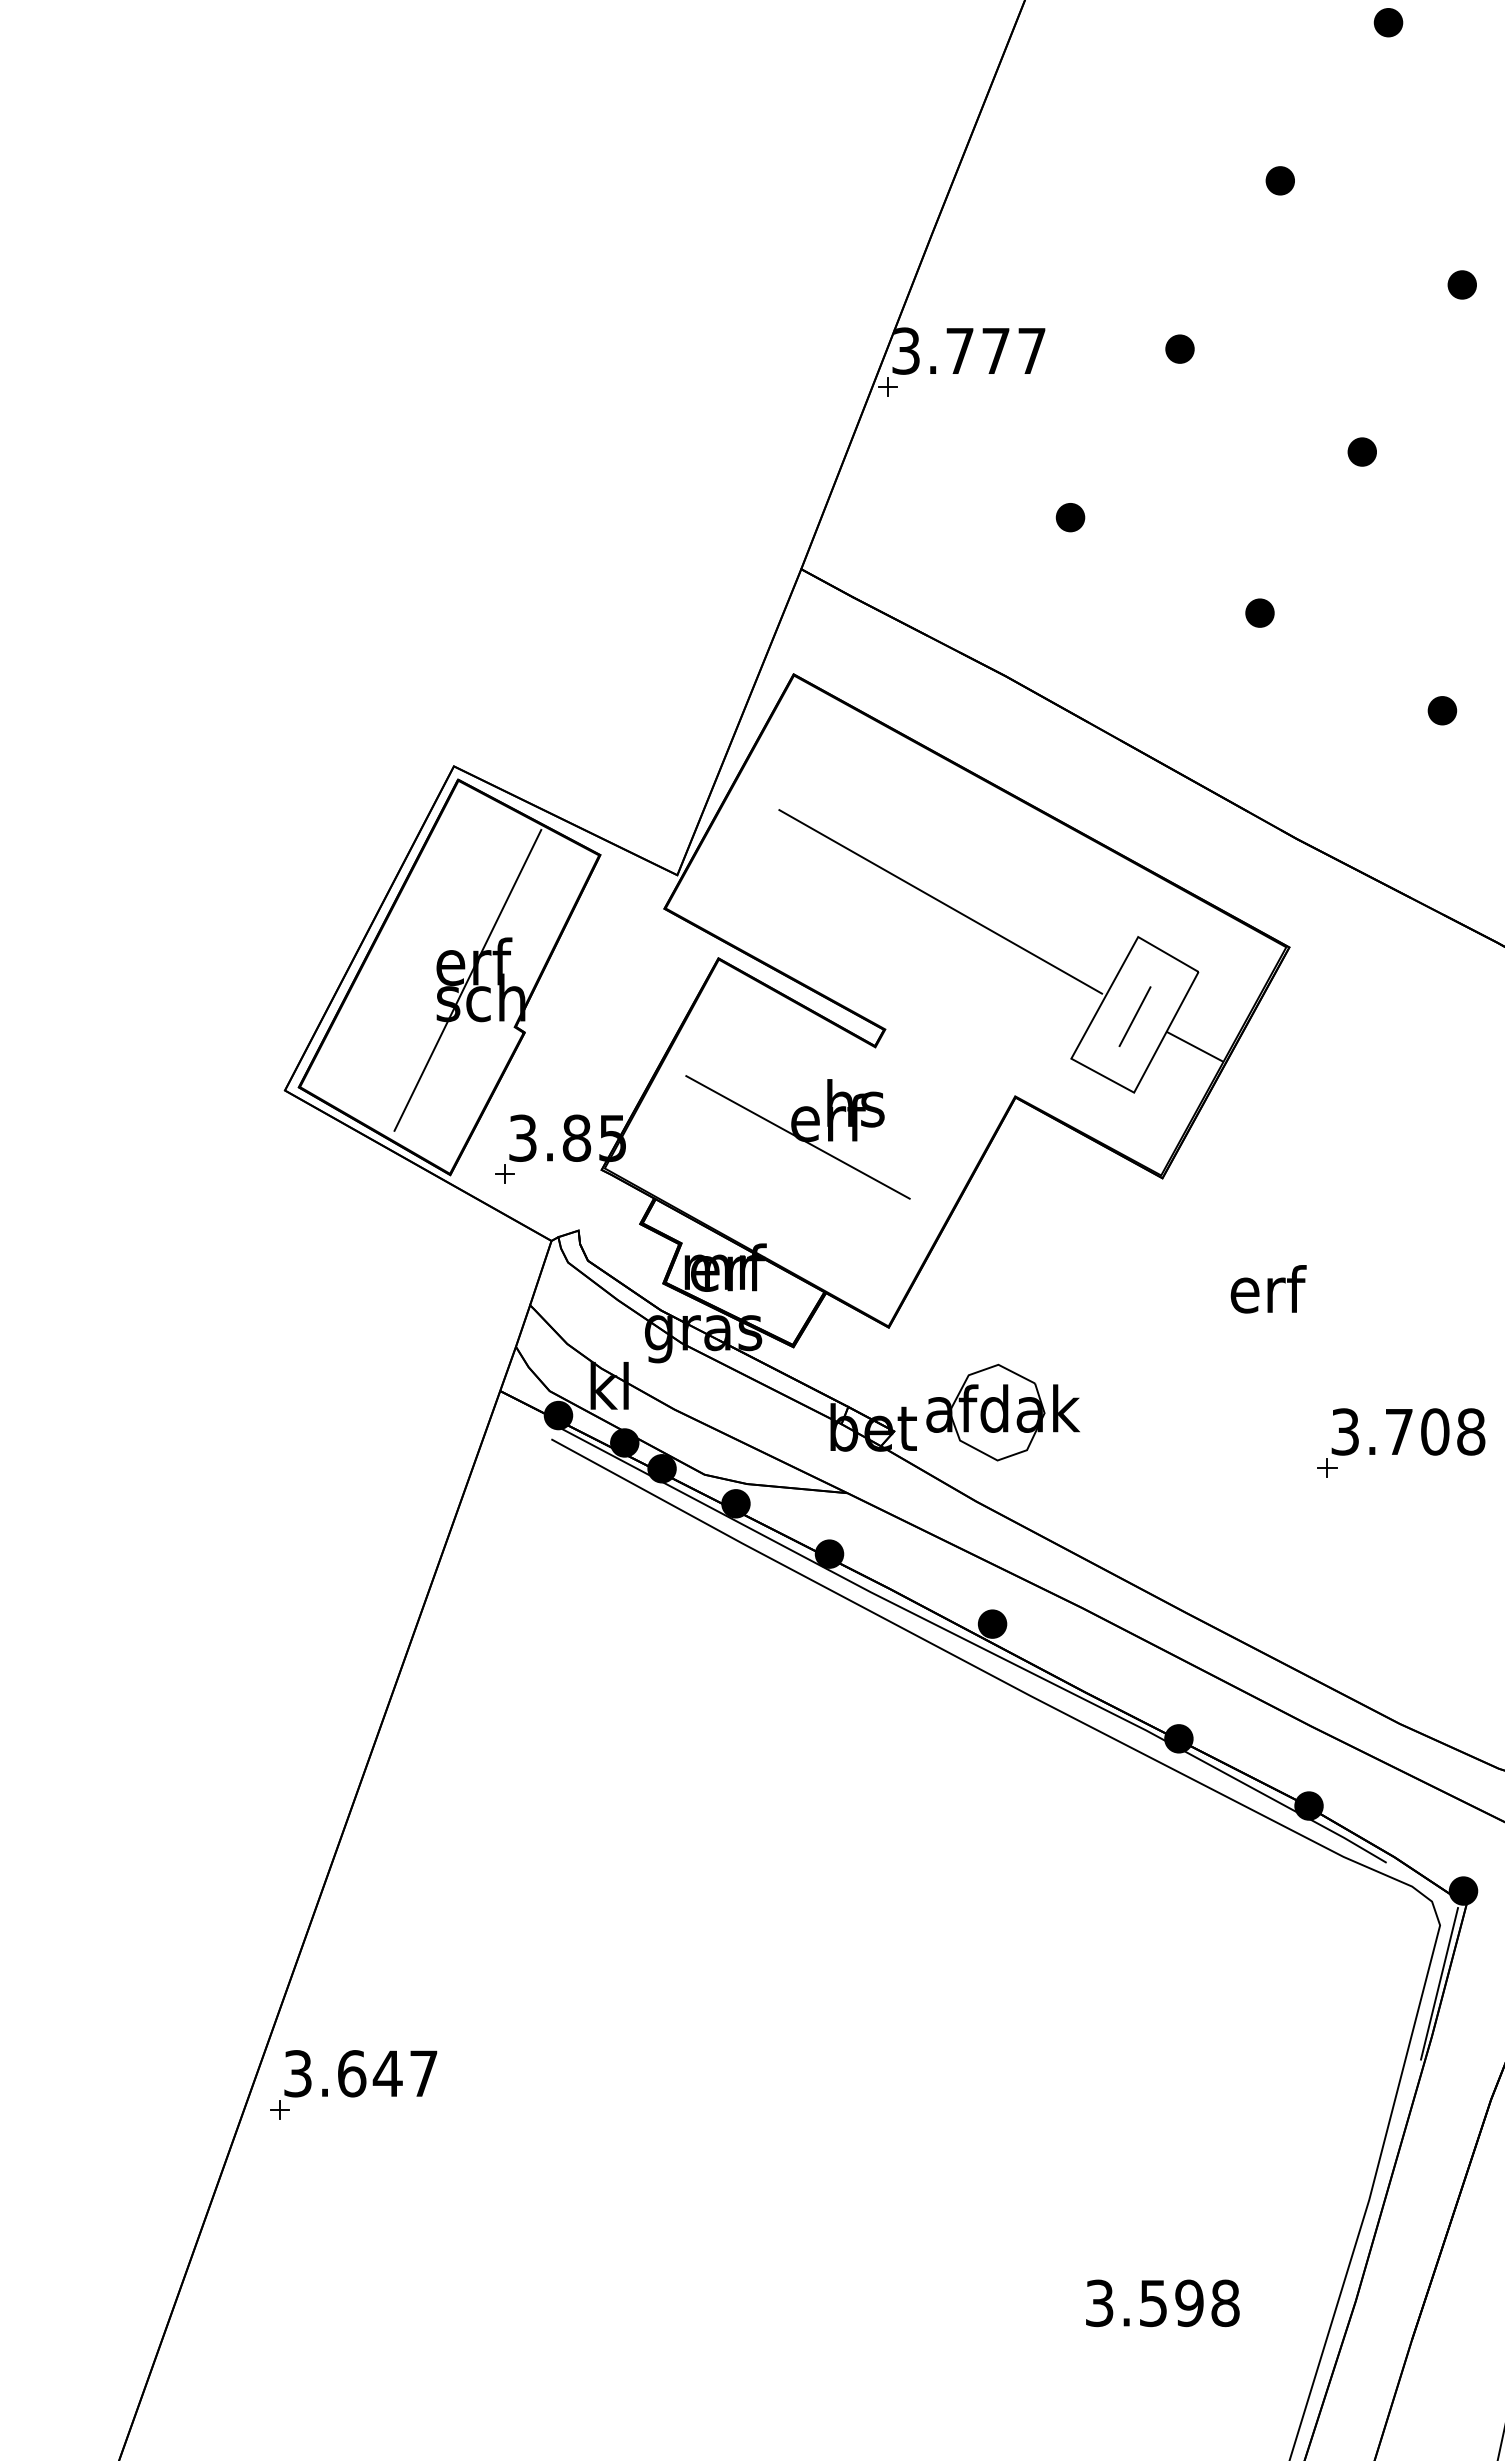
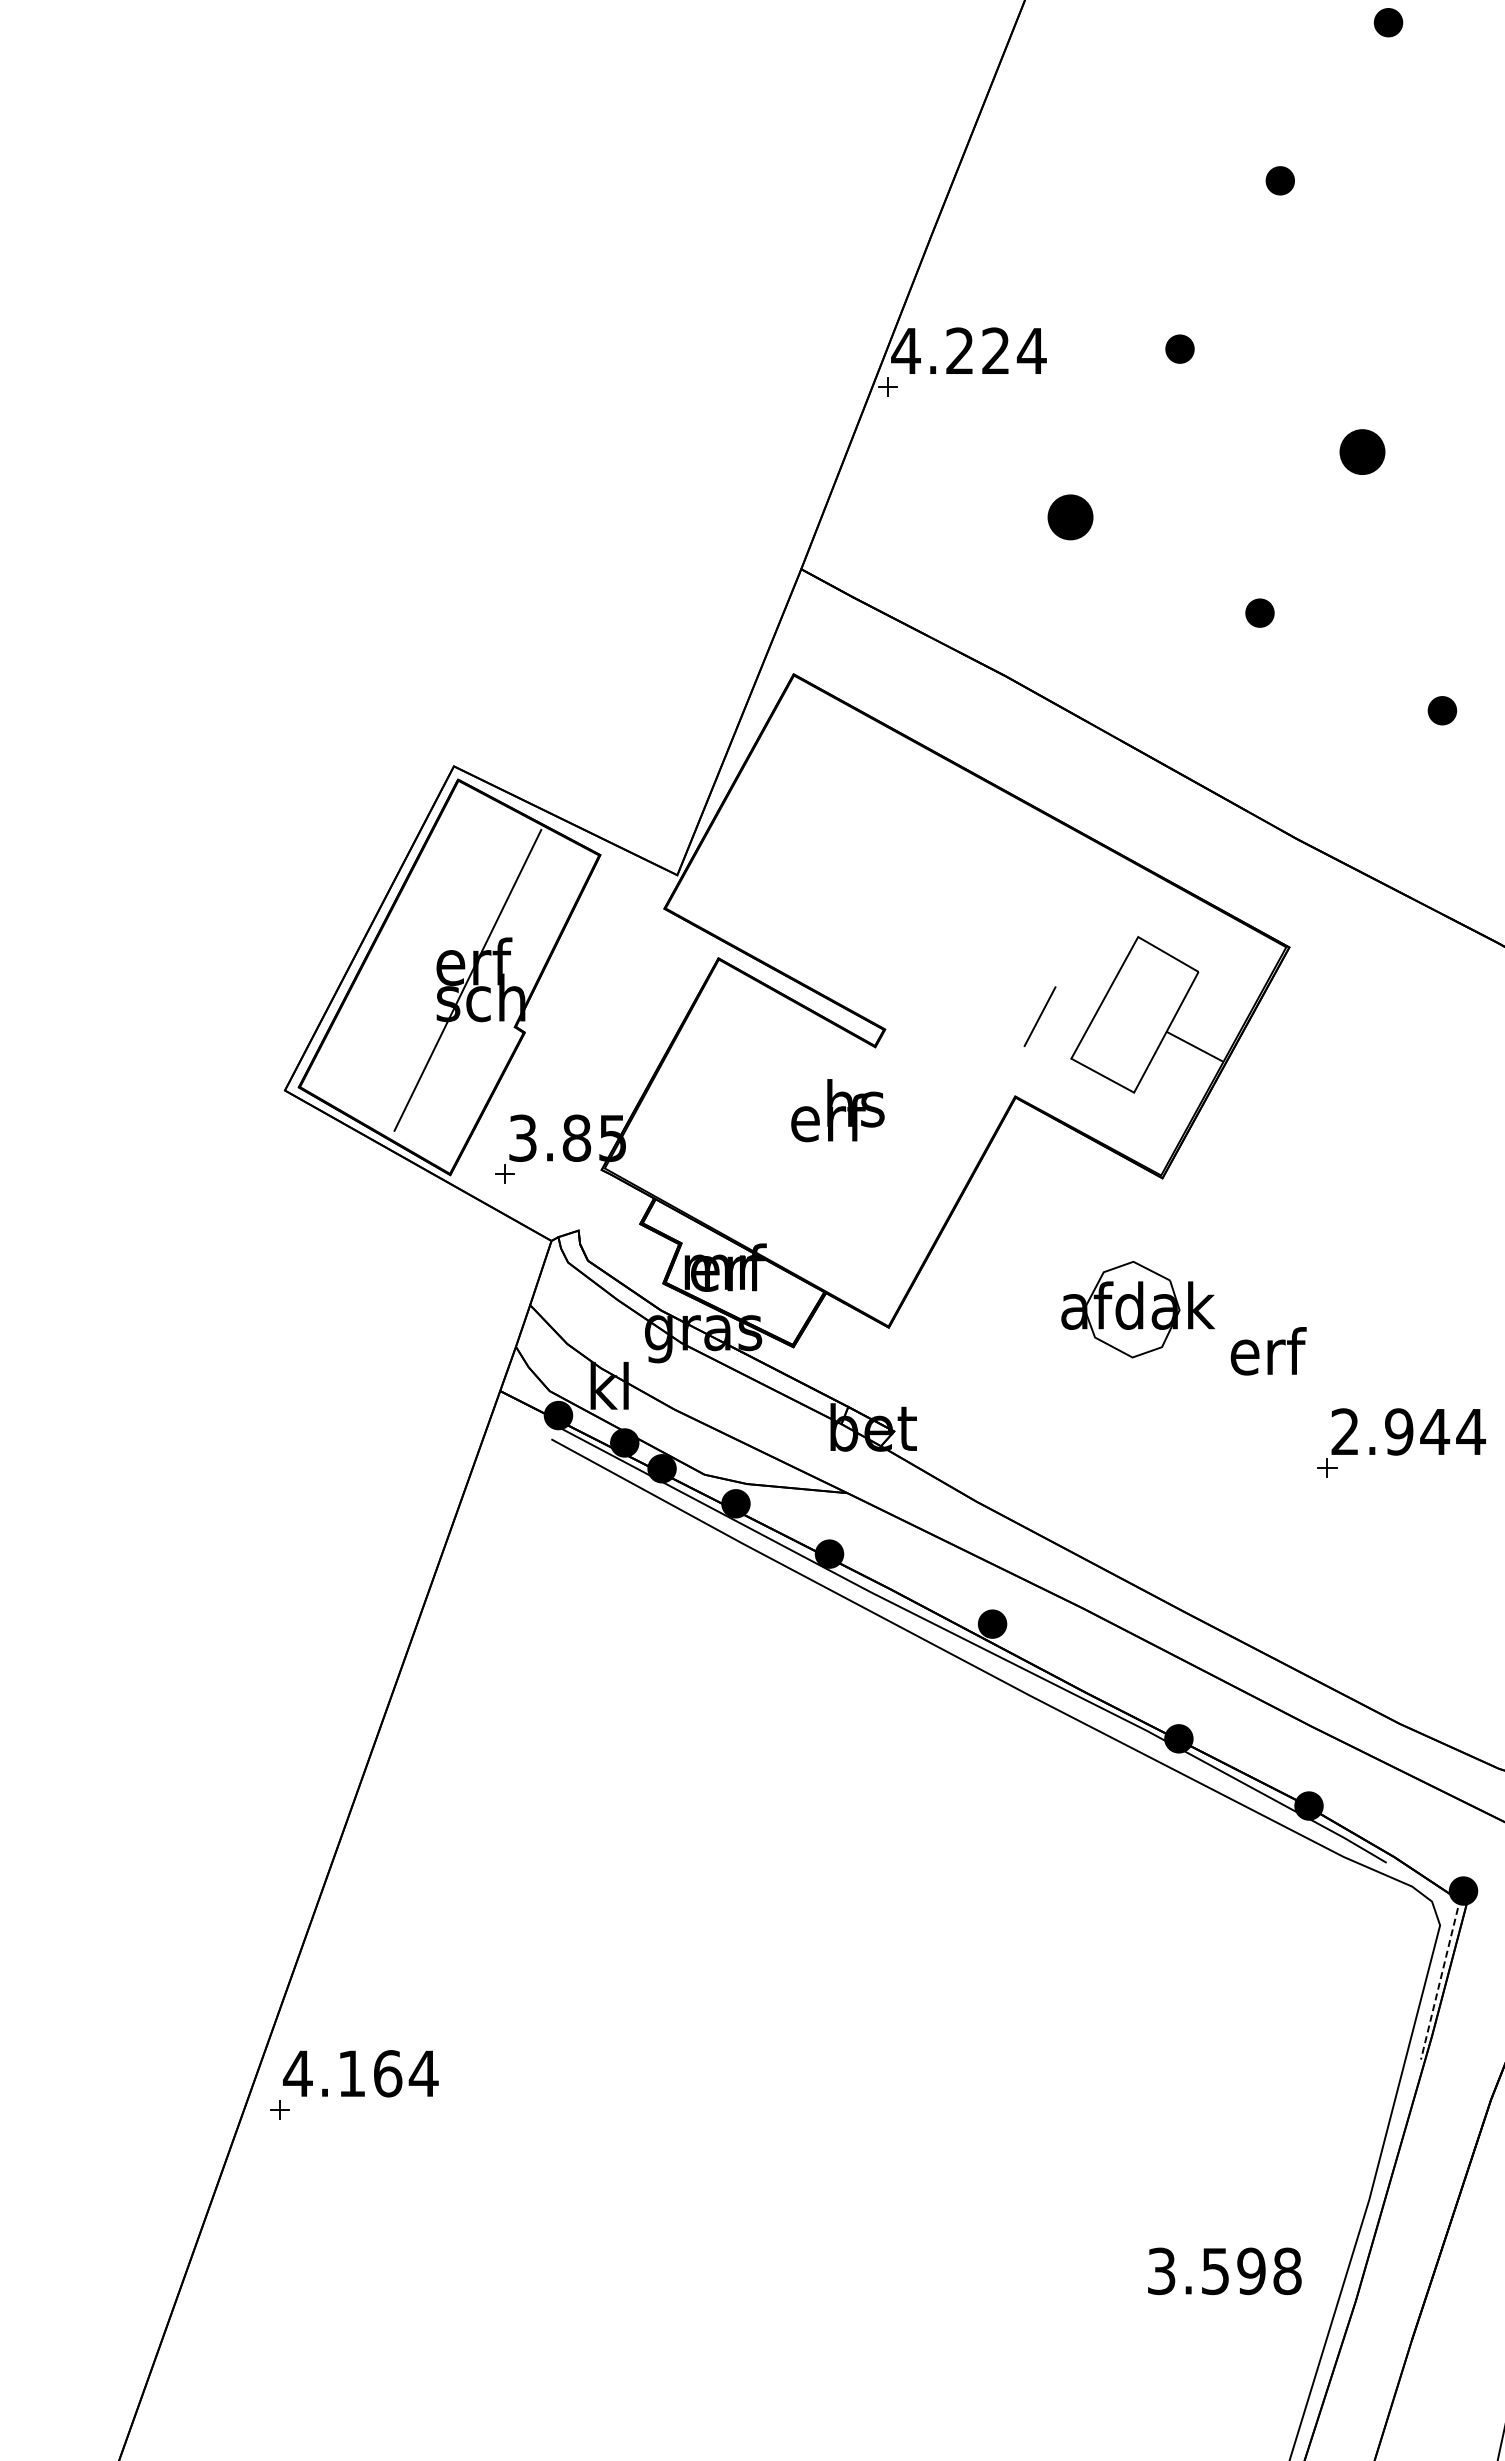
part at (1461, 284): present -> none
text at (968, 350): 3.777 -> 4.224
part at (1361, 451) size: 30x30 px -> 47x46 px
part at (1070, 517) size: 31x30 px -> 47x47 px
line at (940, 901): present -> none
line at (1134, 1016) position: (1134, 1016) -> (1039, 1016)
line at (797, 1137): present -> none
text at (1268, 1289) position: (1268, 1289) -> (1268, 1351)
part at (1002, 1412) position: (1002, 1412) -> (1137, 1309)
text at (1408, 1431): 3.708 -> 2.944
line at (1439, 1983): solid -> dashed
text at (360, 2073): 3.647 -> 4.164
text at (1162, 2303) position: (1162, 2303) -> (1224, 2271)
